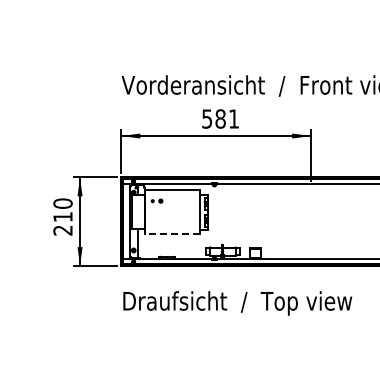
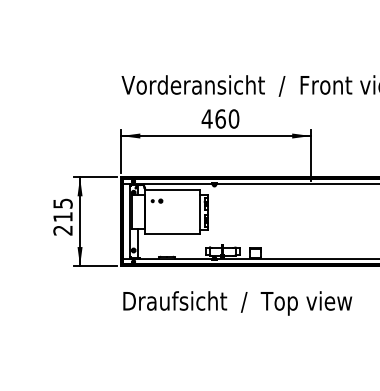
text at (220, 118): 581 -> 460
text at (62, 203): 210 -> 215
line at (172, 234): dashed -> solid
